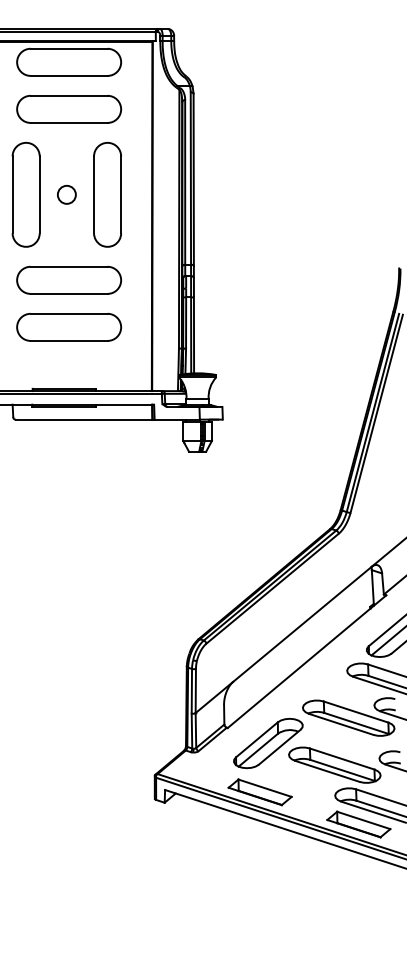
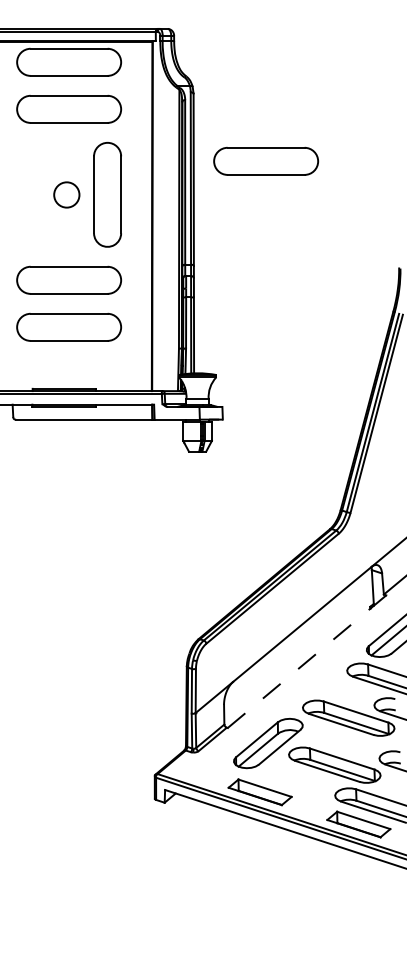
part at (266, 160): none -> present
part at (25, 194): present -> none
circle at (66, 194) size: 20x21 px -> 28x28 px
line at (307, 661): solid -> dashed
